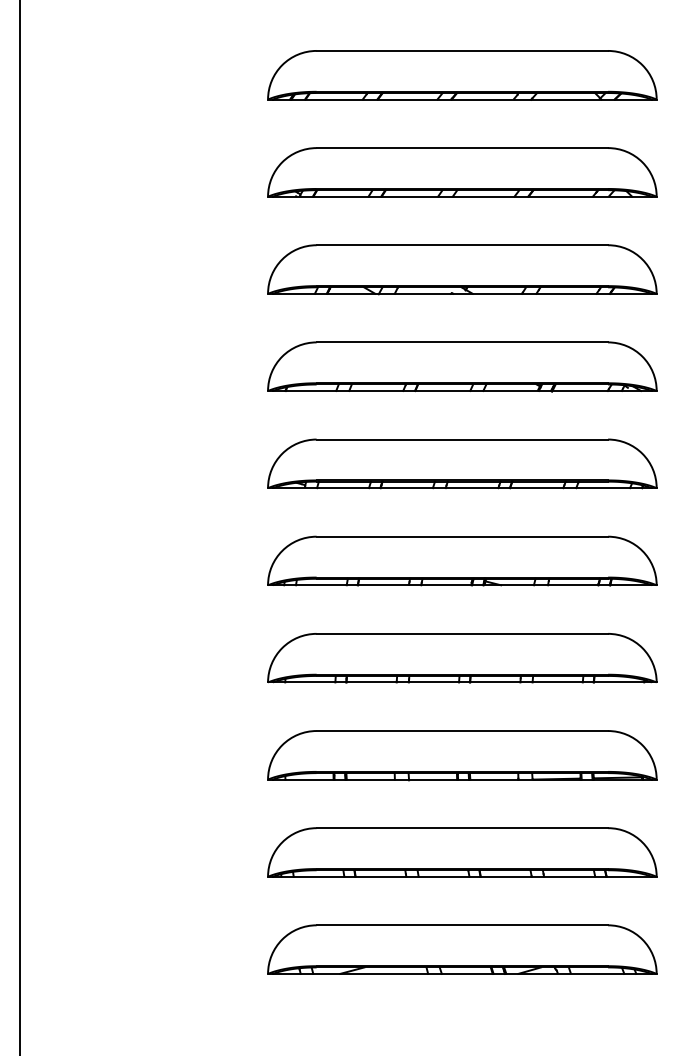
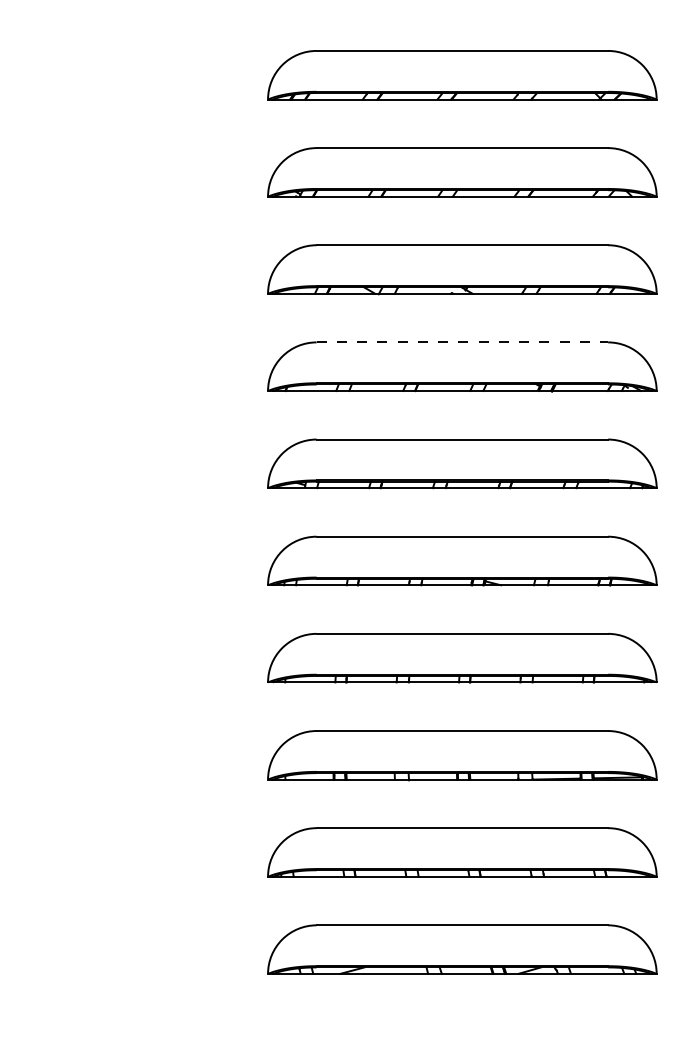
line at (462, 342): solid -> dashed
line at (20, 527): present -> none
